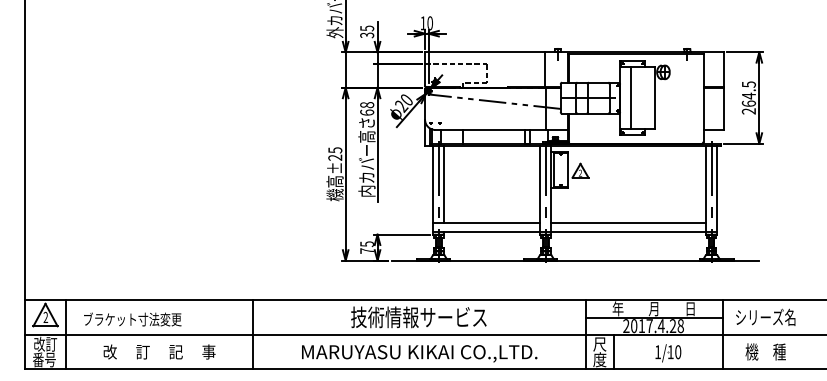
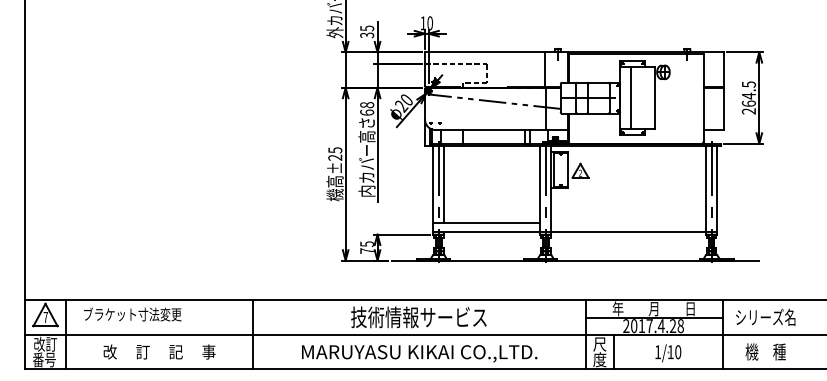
line at (628, 222): present -> none
text at (45, 316): 2 -> 7
text at (132, 319) position: (132, 319) -> (132, 314)
